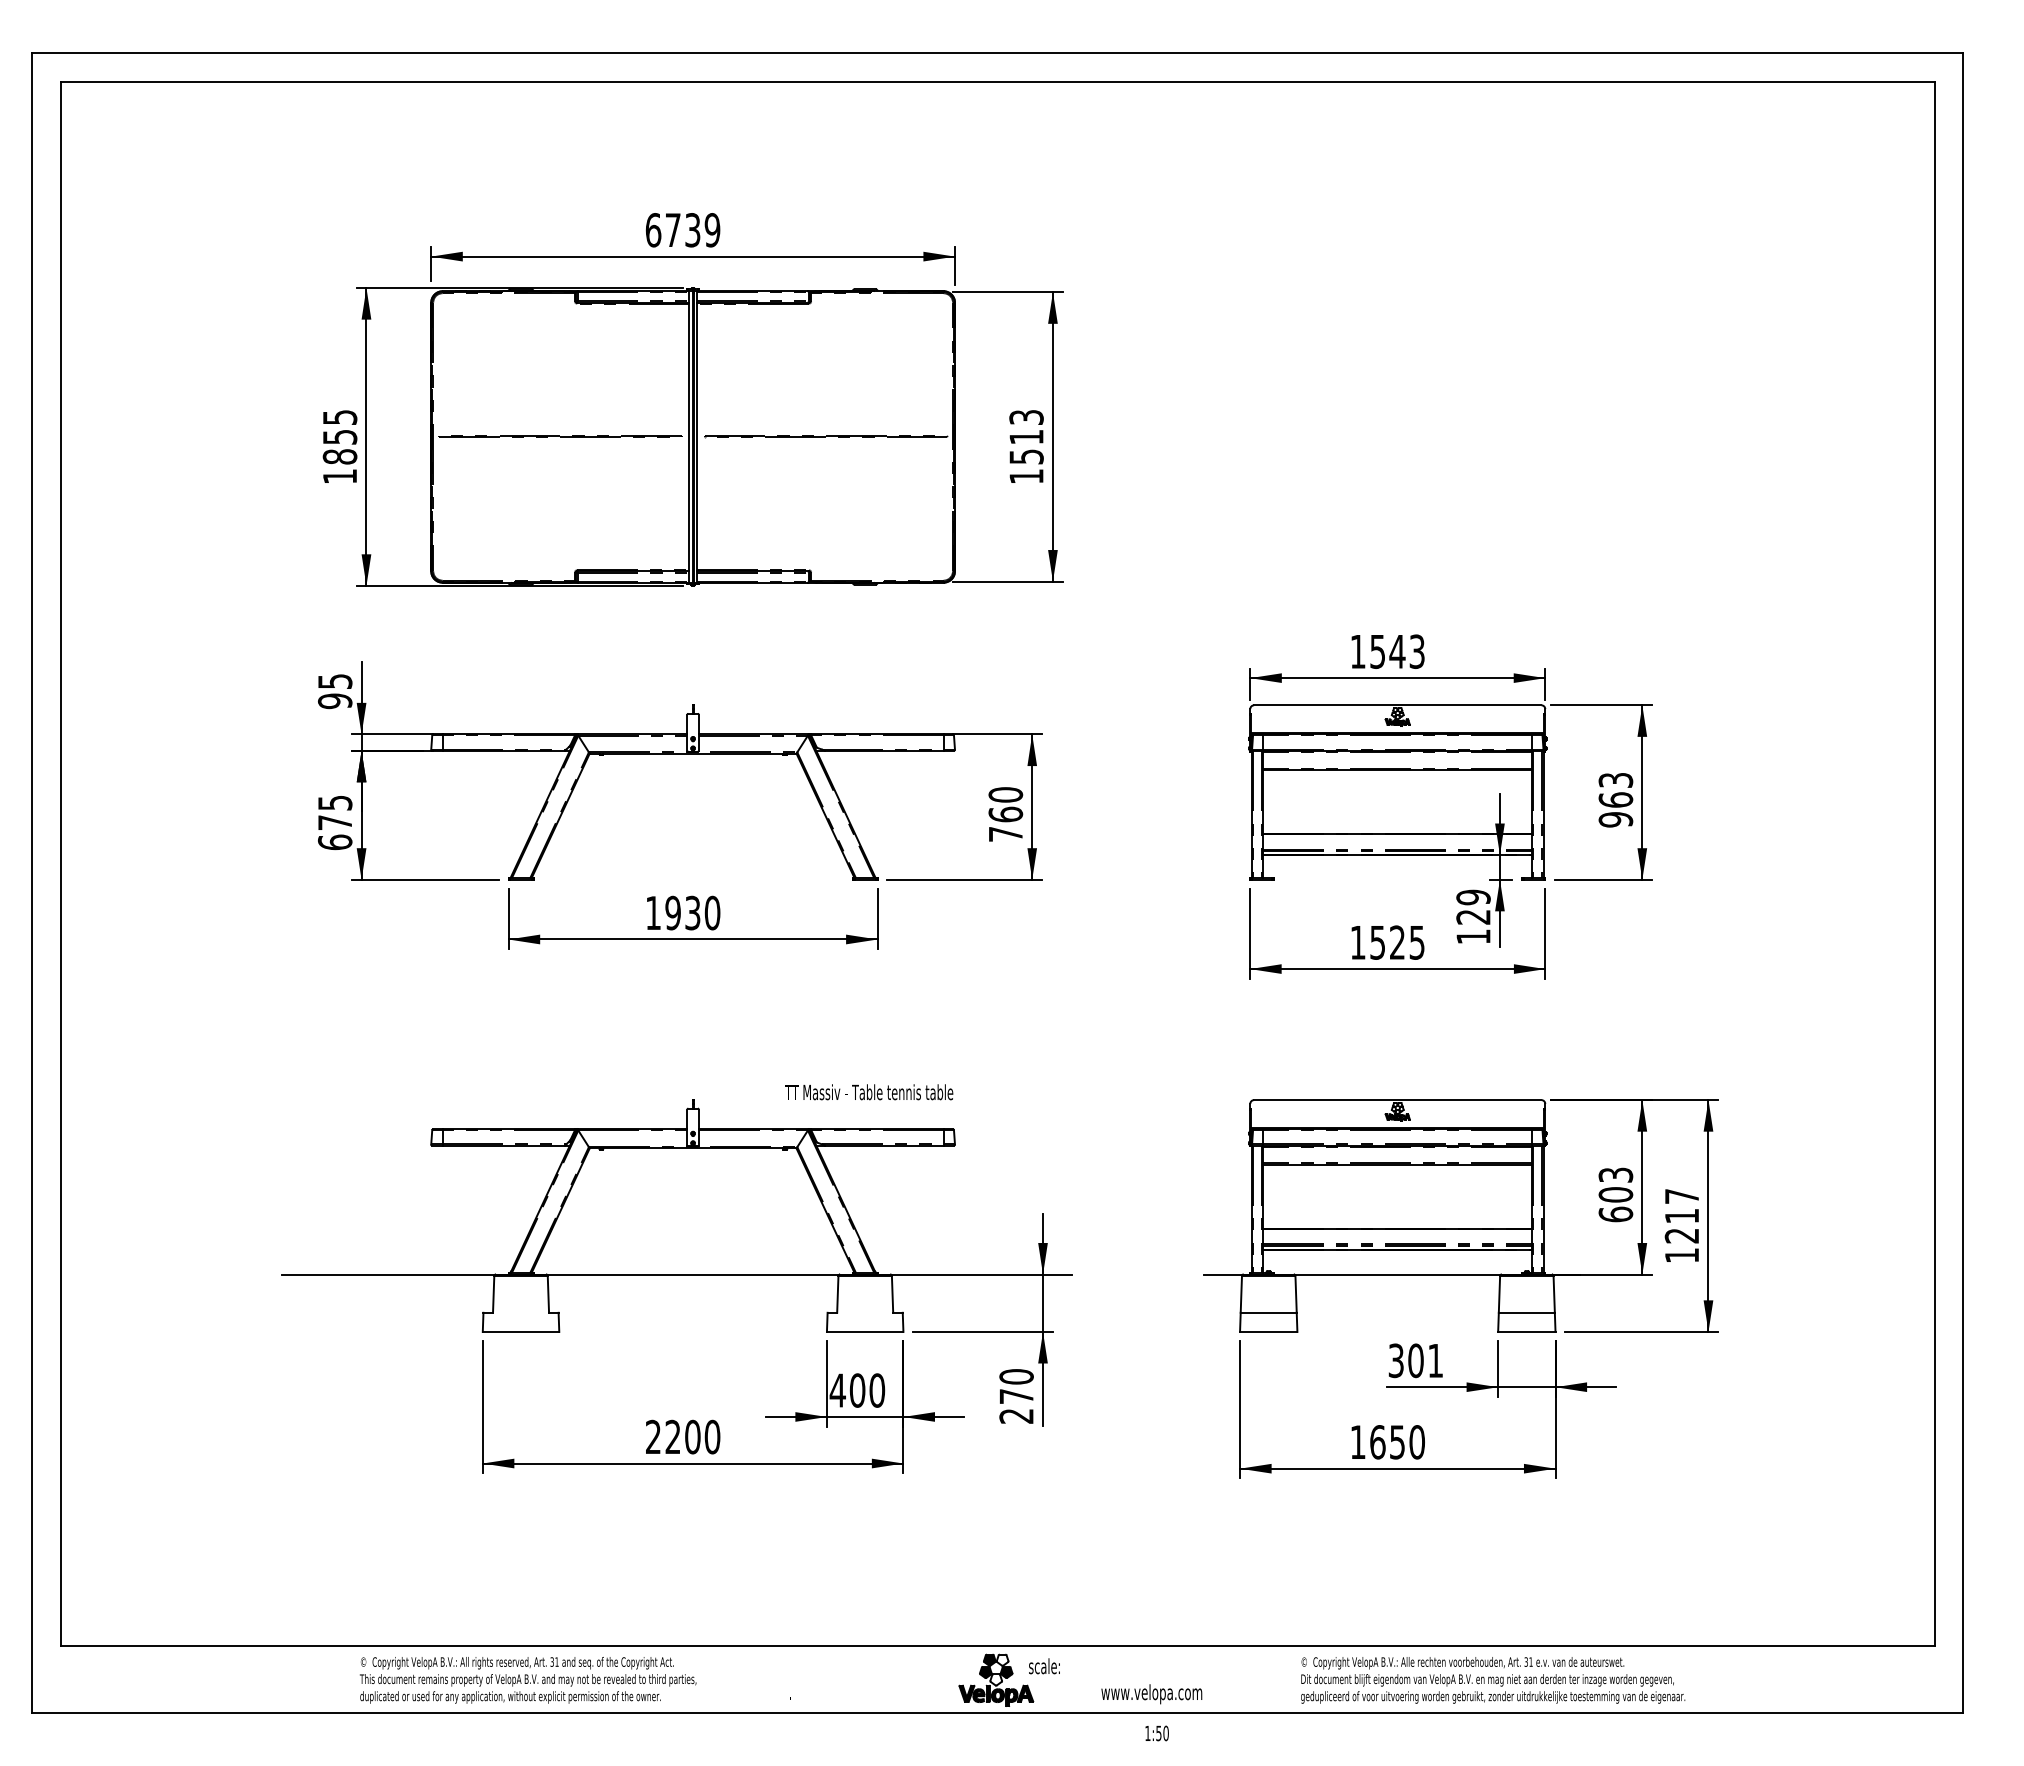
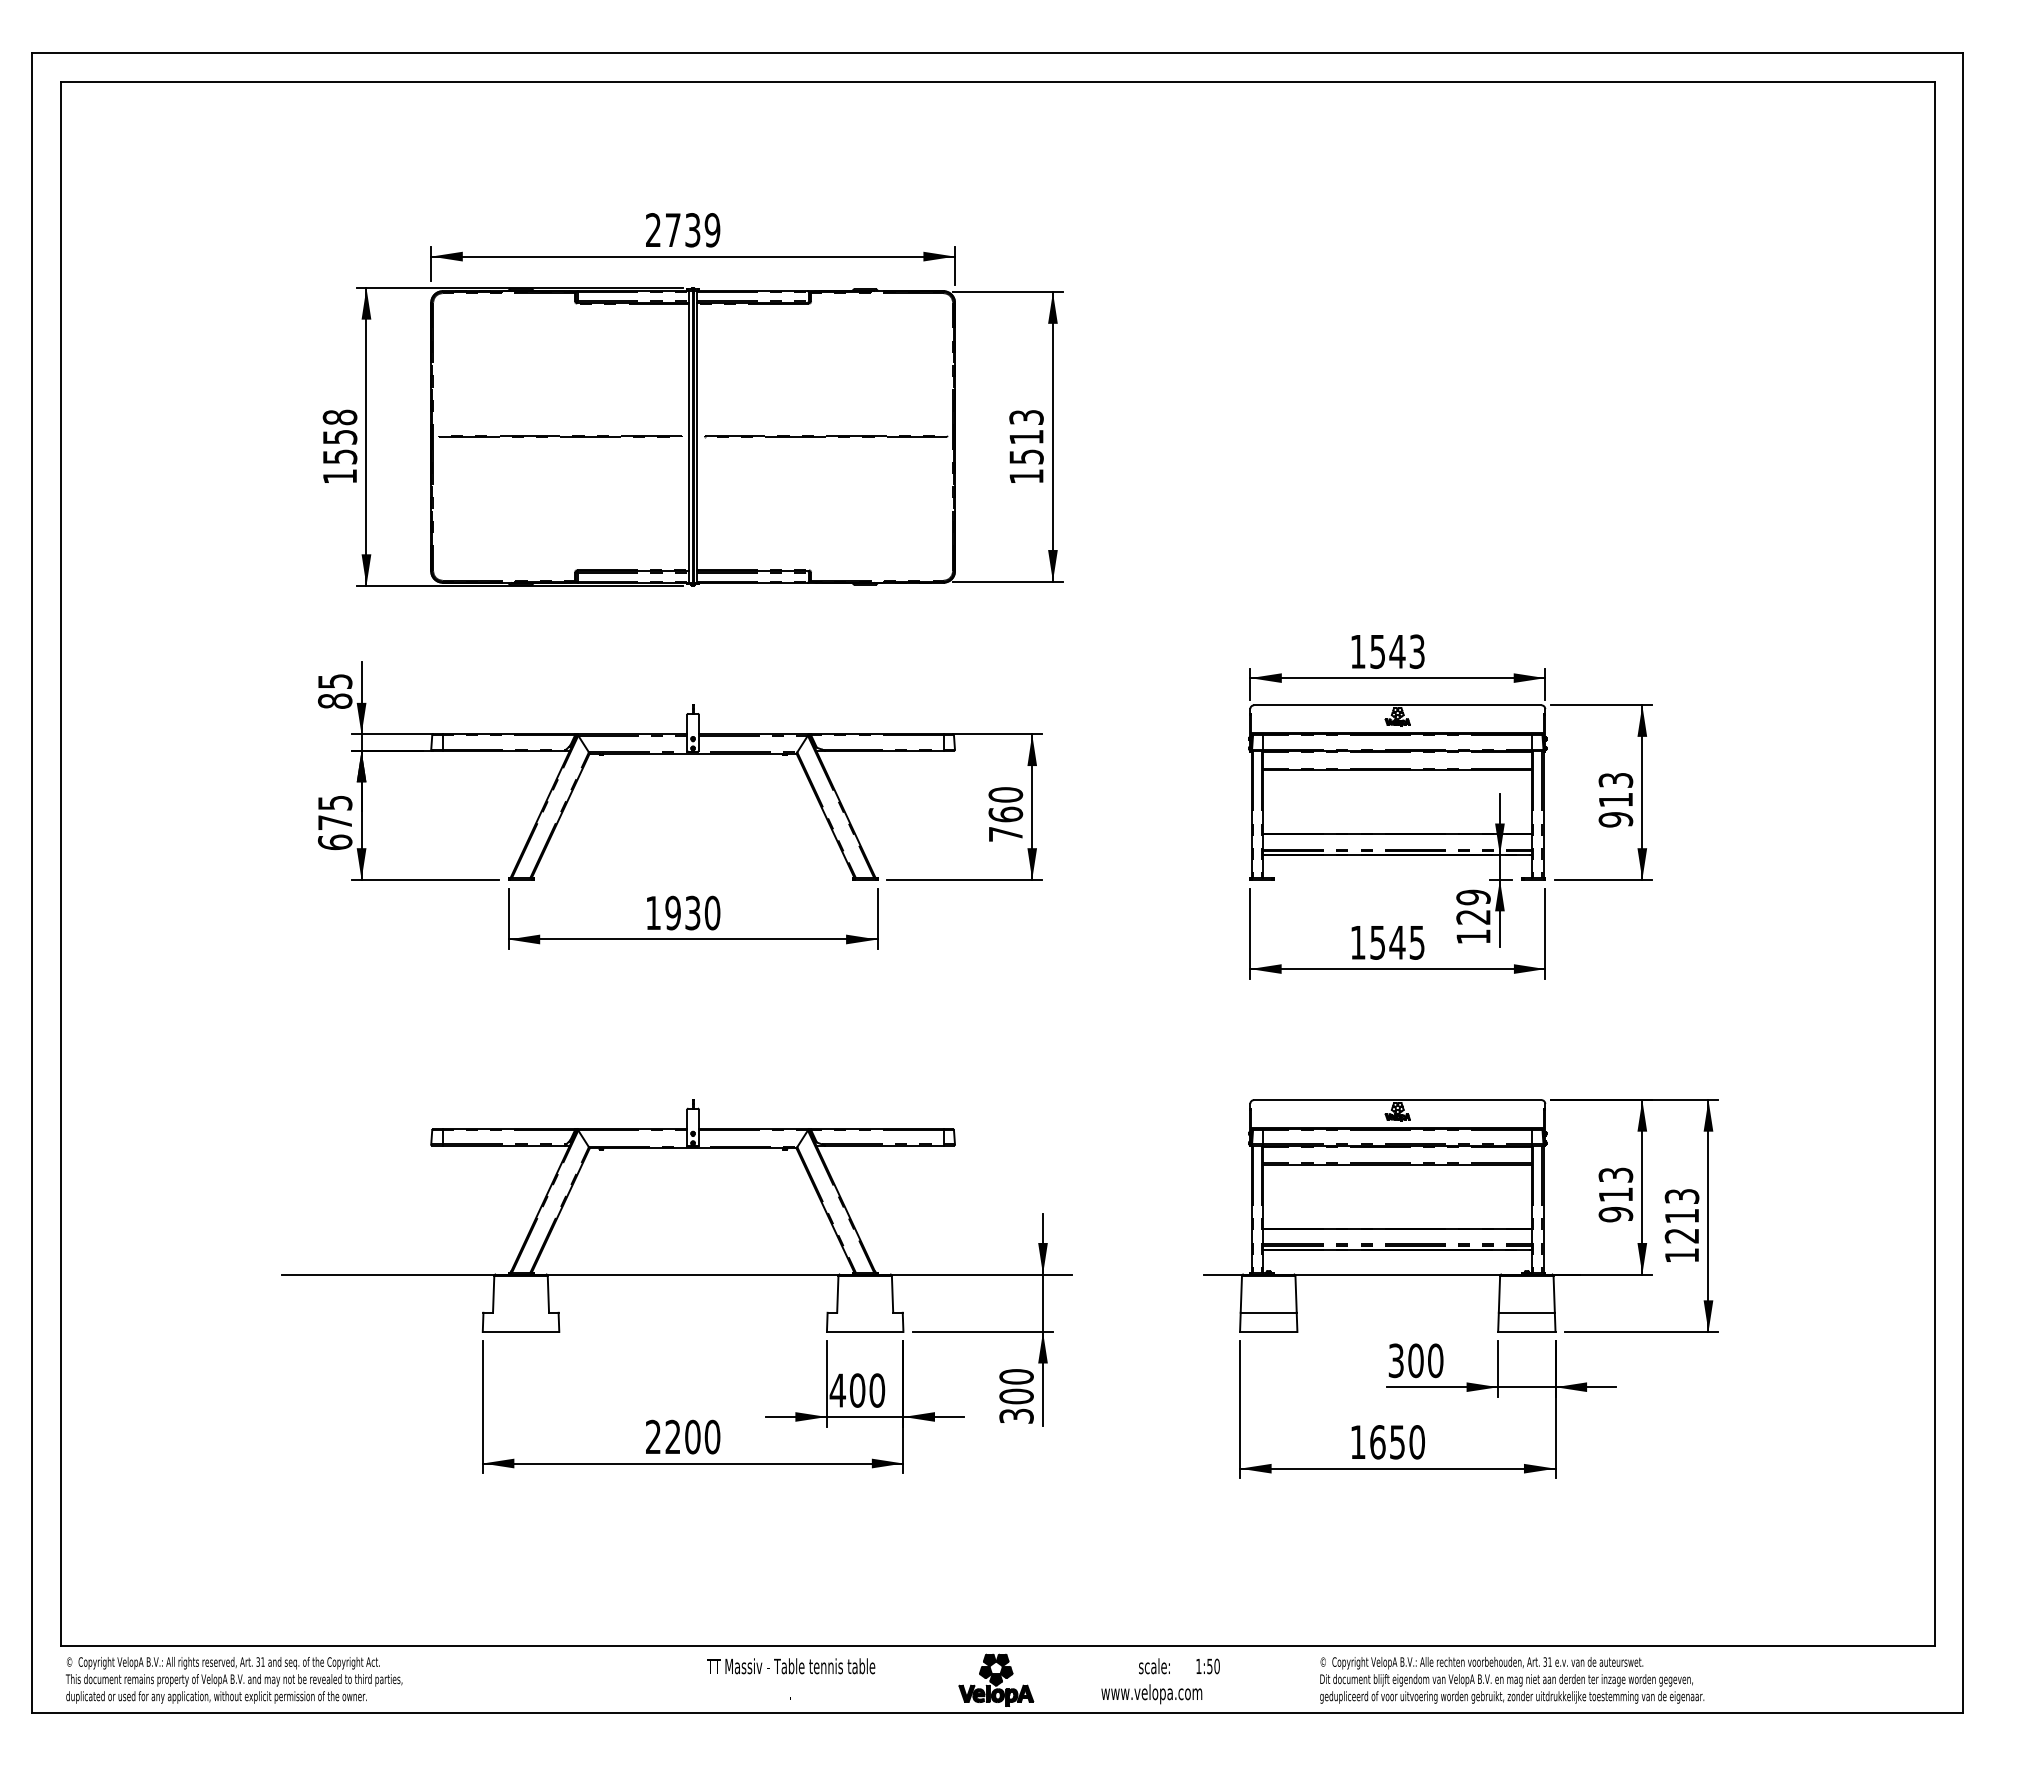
text at (653, 230): 6739 -> 2739
text at (339, 436): 1855 -> 1558
text at (335, 701): 95 -> 85
text at (1615, 799): 963 -> 913
text at (1397, 942): 1525 -> 1545
text at (869, 1092) position: (869, 1092) -> (791, 1666)
text at (1681, 1196): 1217 -> 1213
text at (1615, 1204): 603 -> 913
text at (1435, 1360): 301 -> 300
text at (1016, 1405): 270 -> 300
fill at (1002, 1659): none -> present
text at (1044, 1666) position: (1044, 1666) -> (1154, 1666)
fill at (996, 1679): none -> present
text at (528, 1680) position: (528, 1680) -> (234, 1680)
text at (1493, 1680) position: (1493, 1680) -> (1512, 1680)
text at (1156, 1733) position: (1156, 1733) -> (1207, 1666)
